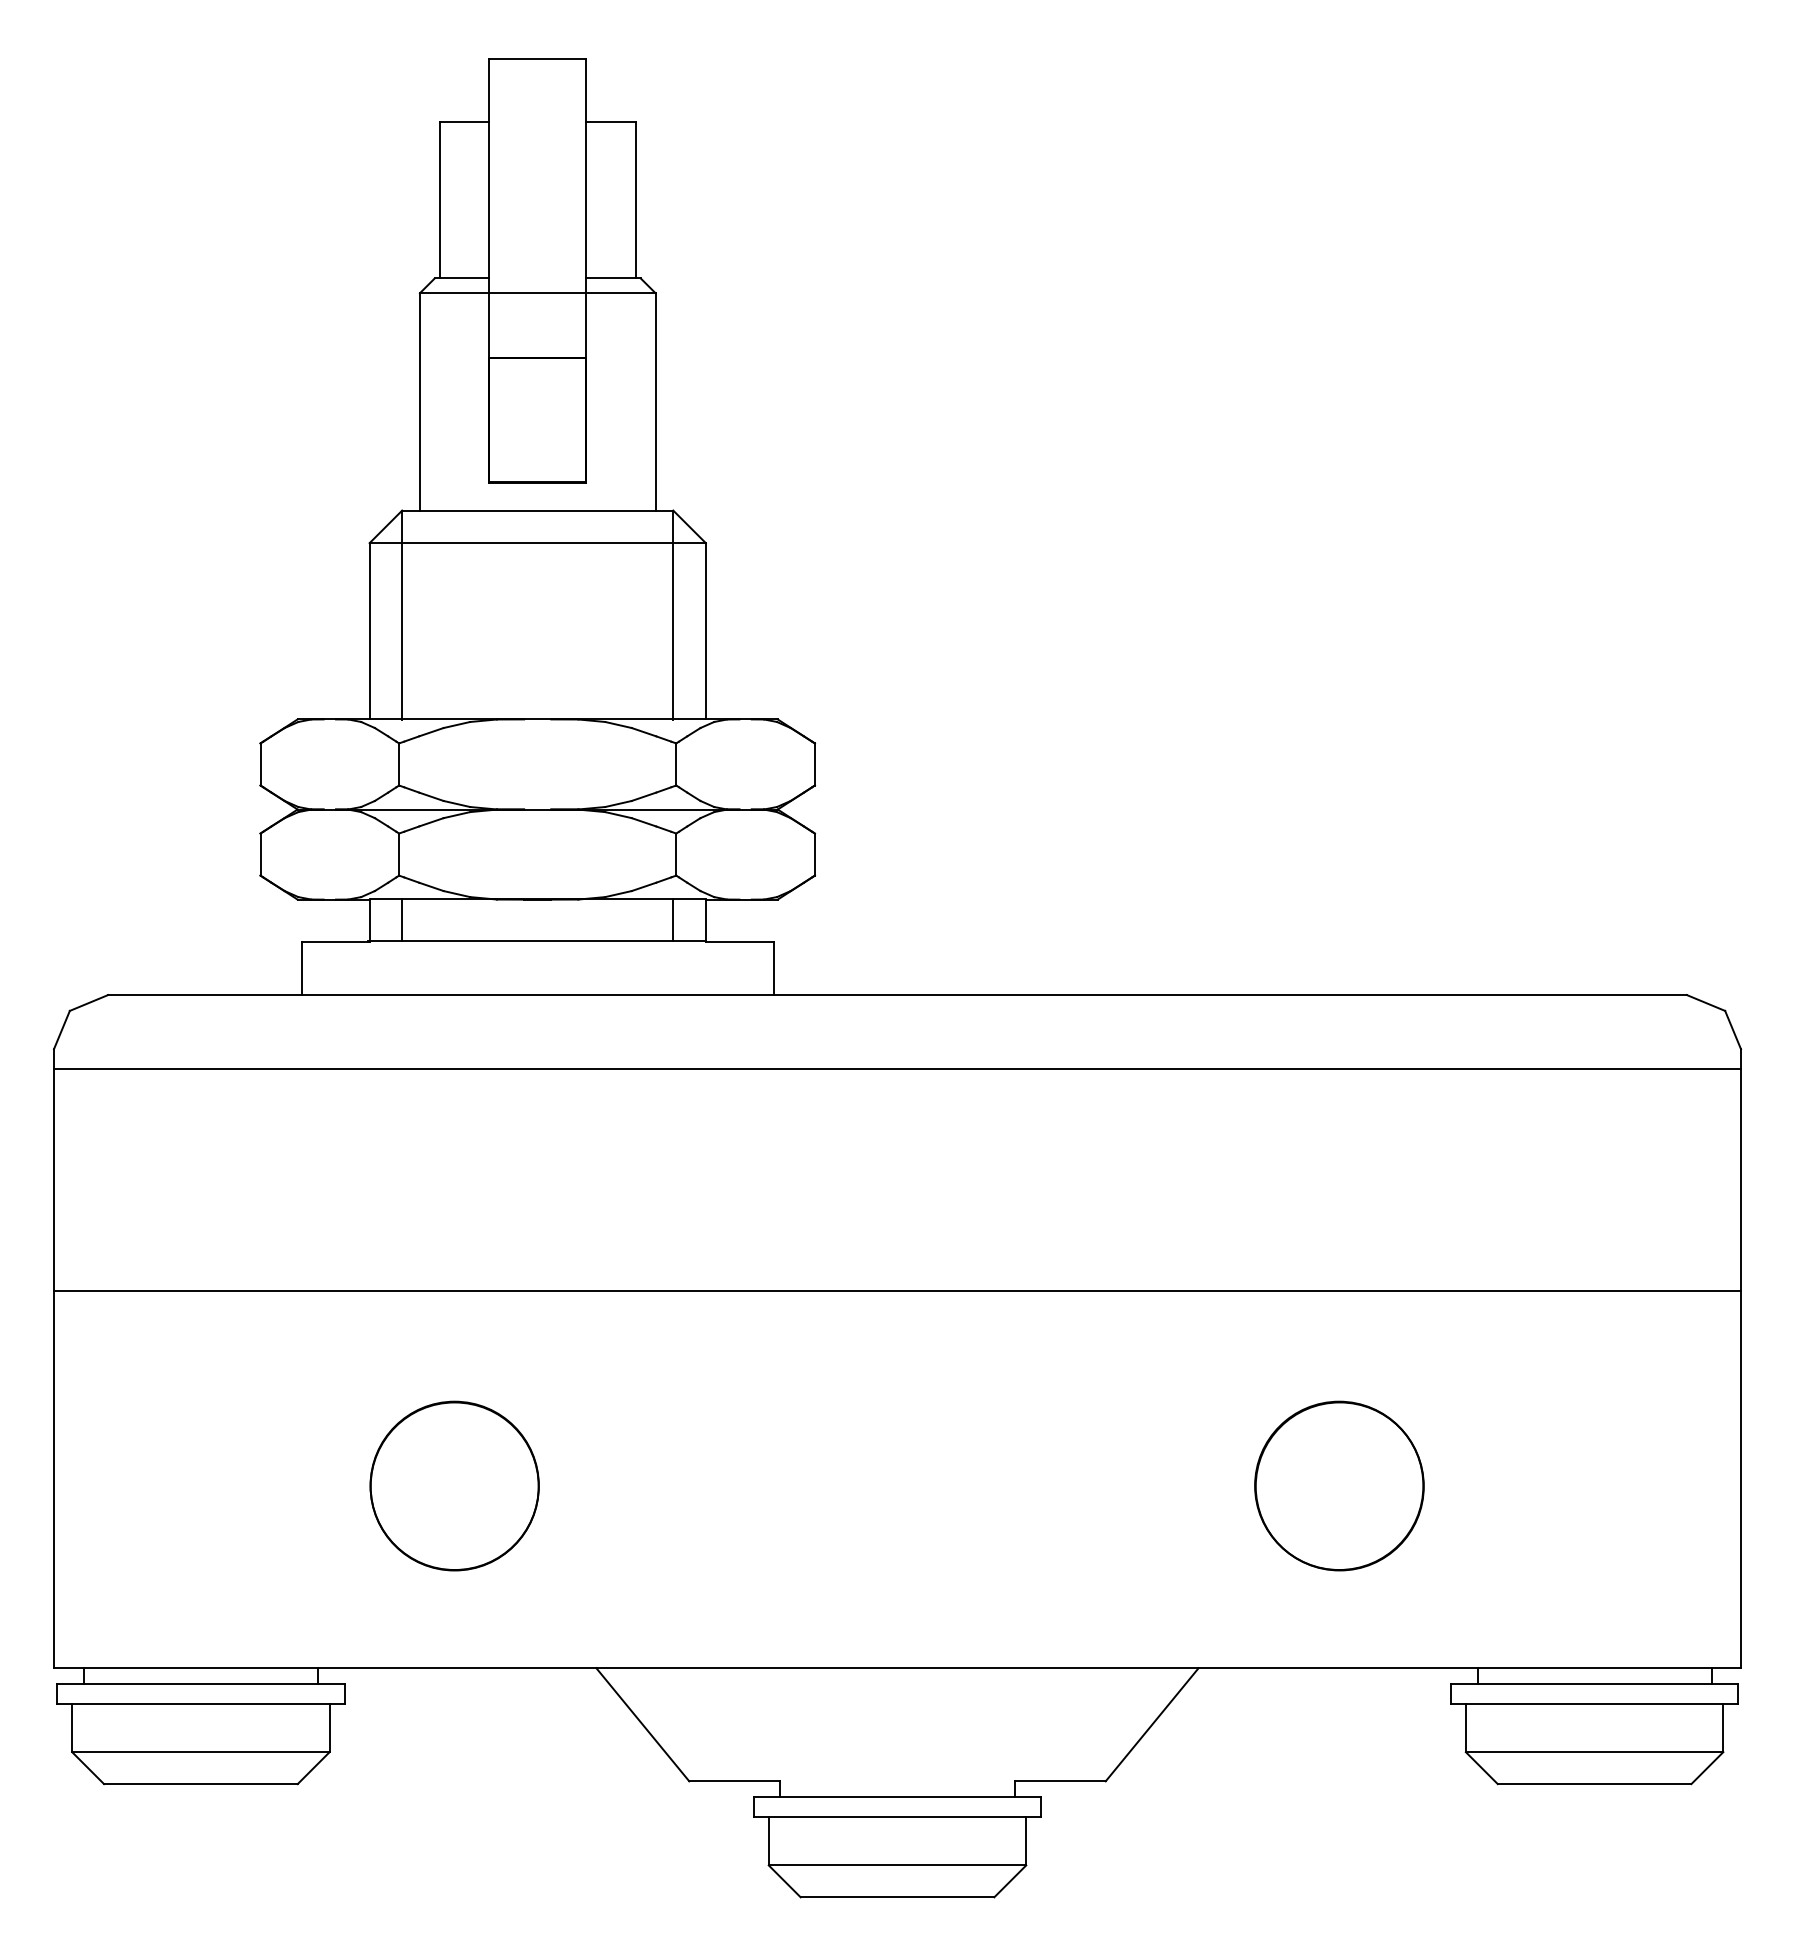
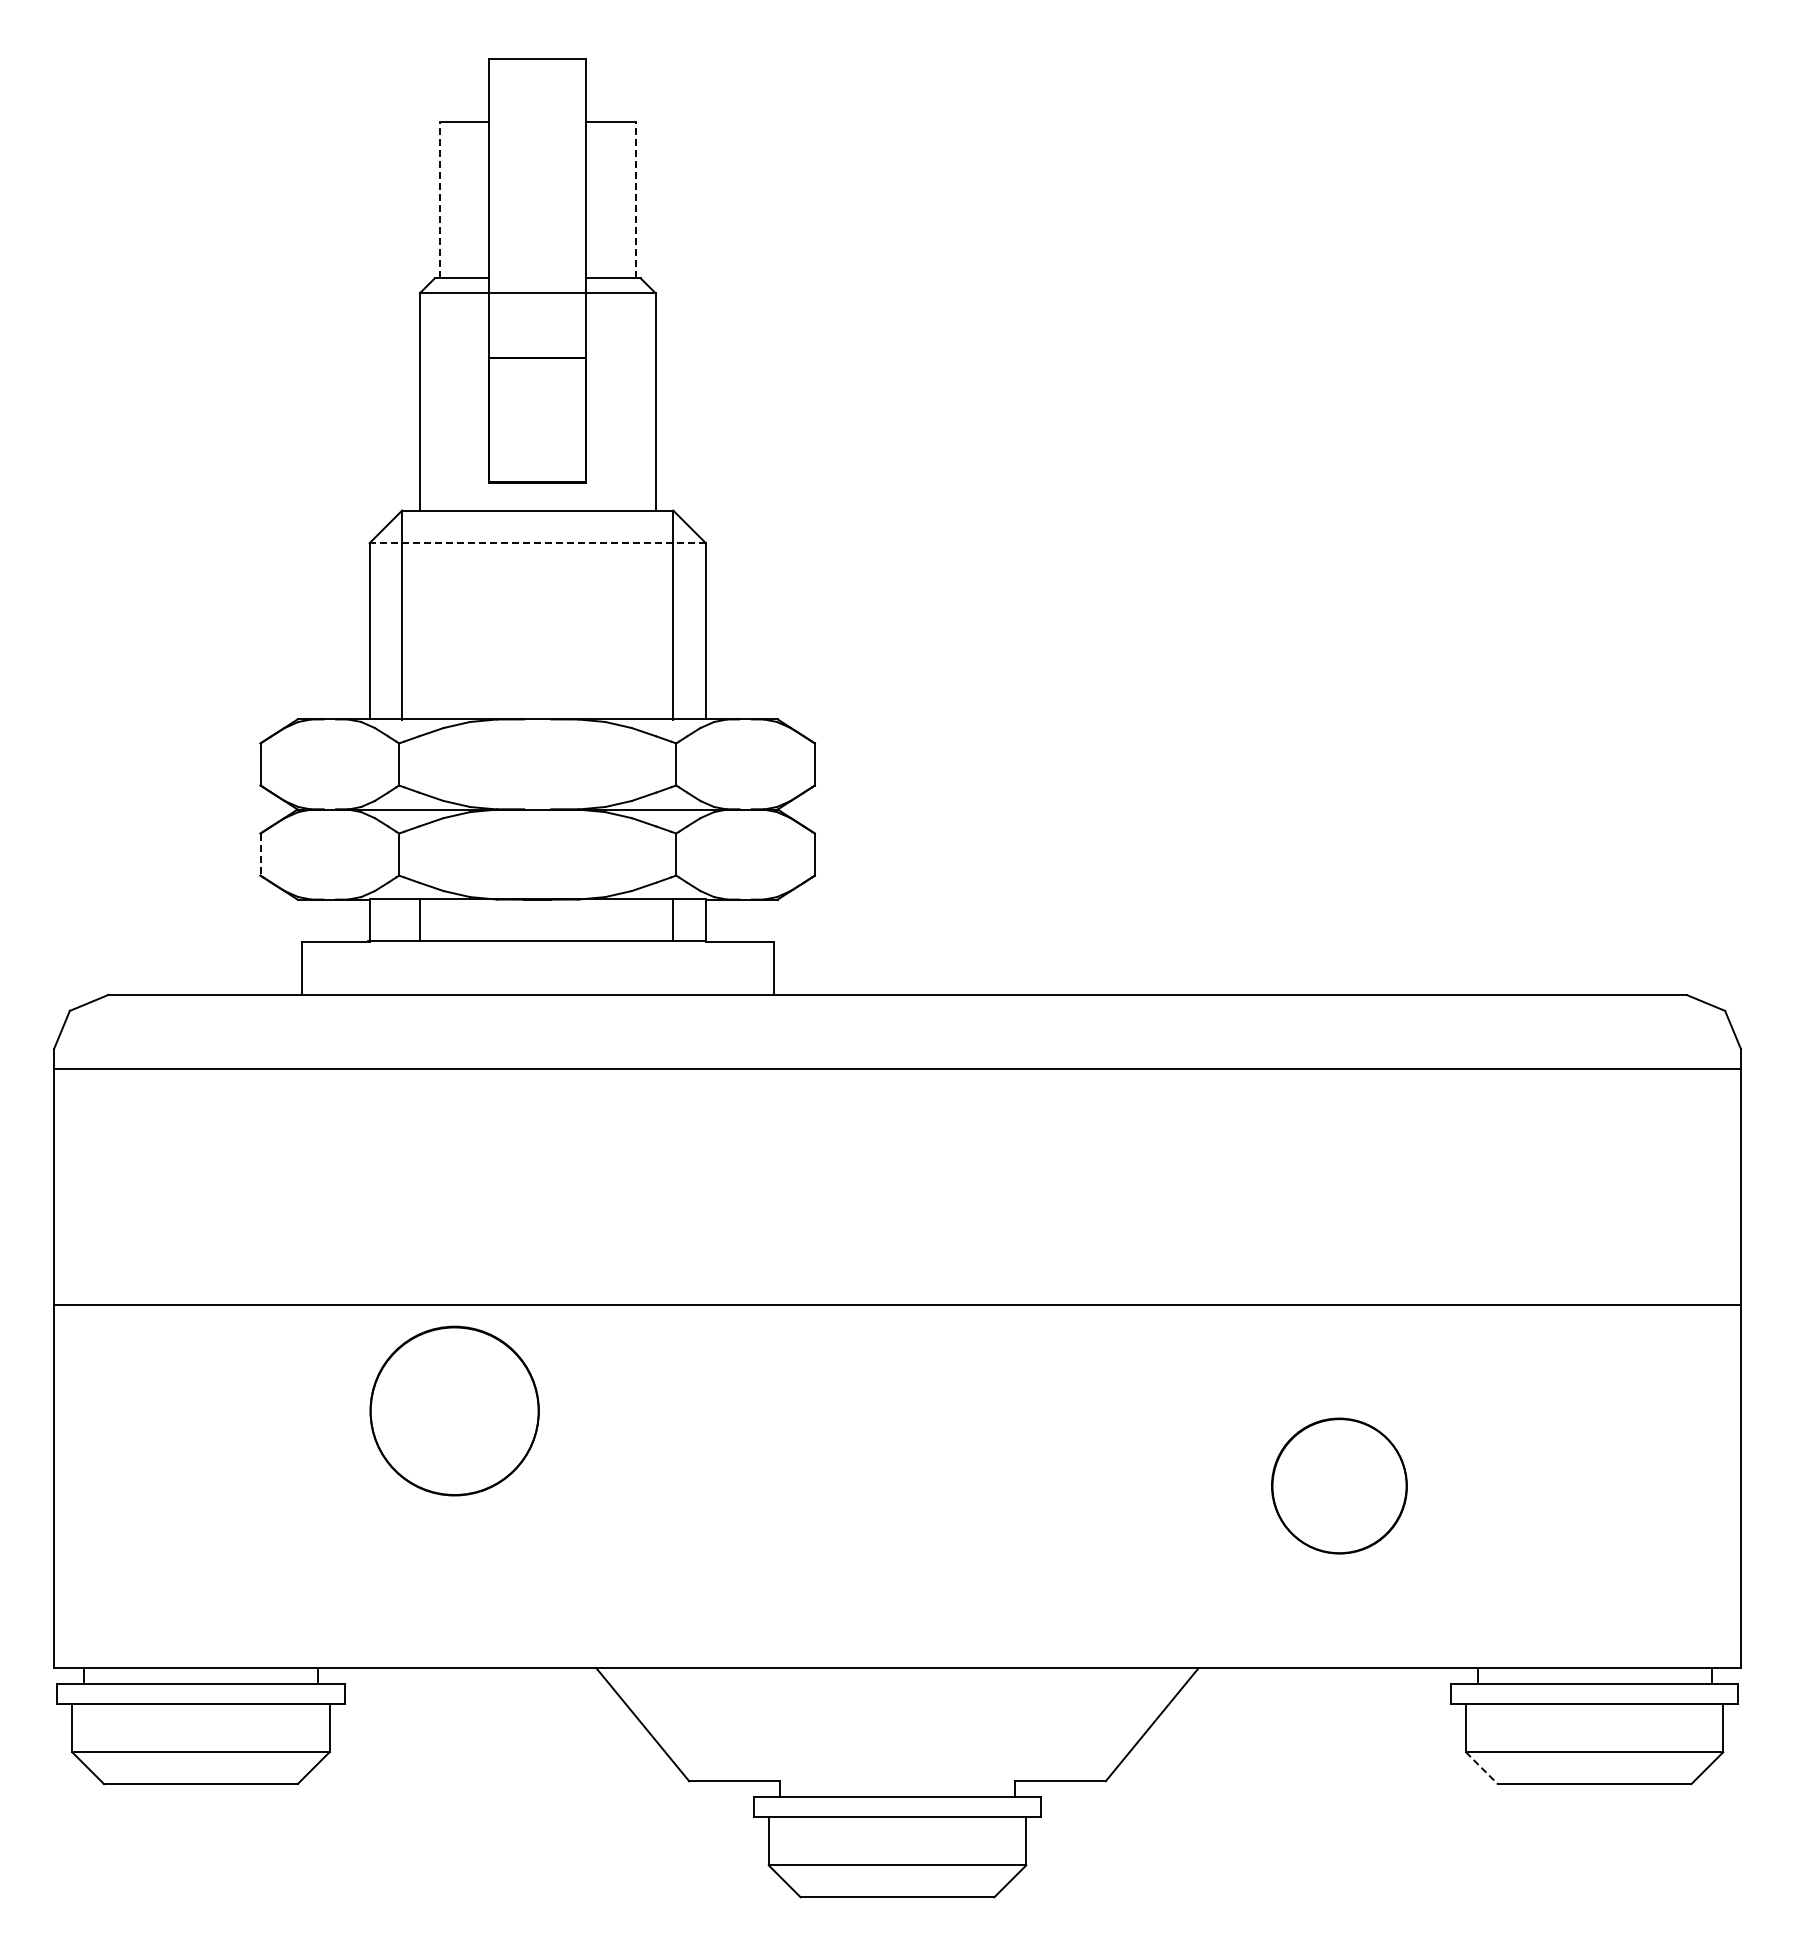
line at (439, 199): solid -> dashed
line at (635, 199): solid -> dashed
line at (537, 543): solid -> dashed
line at (260, 855): solid -> dashed
line at (402, 920) position: (402, 920) -> (420, 920)
line at (897, 1290) position: (897, 1290) -> (897, 1304)
part at (454, 1485) position: (454, 1485) -> (454, 1410)
part at (1339, 1485) size: 171x172 px -> 137x138 px
line at (1481, 1768): solid -> dashed
